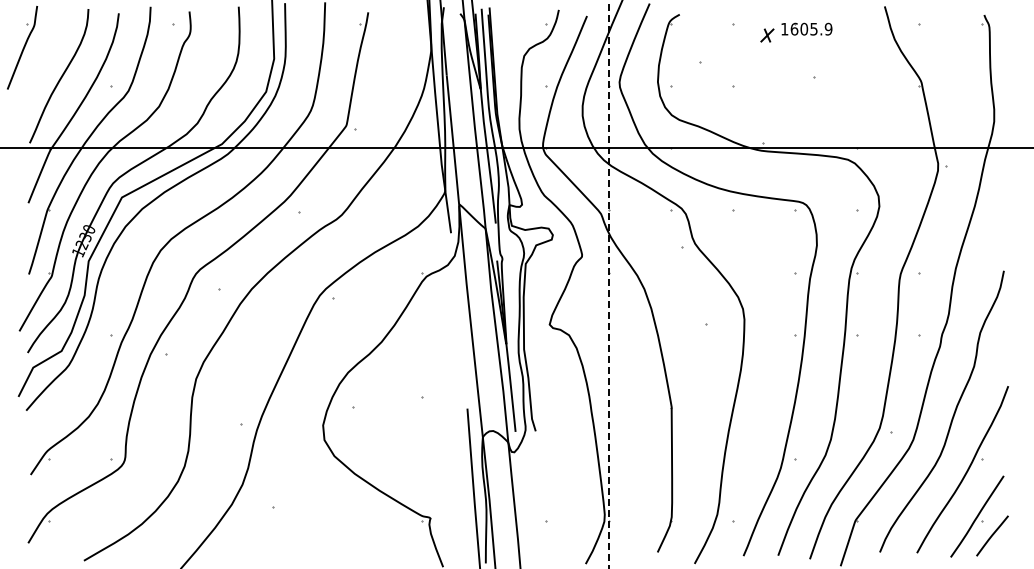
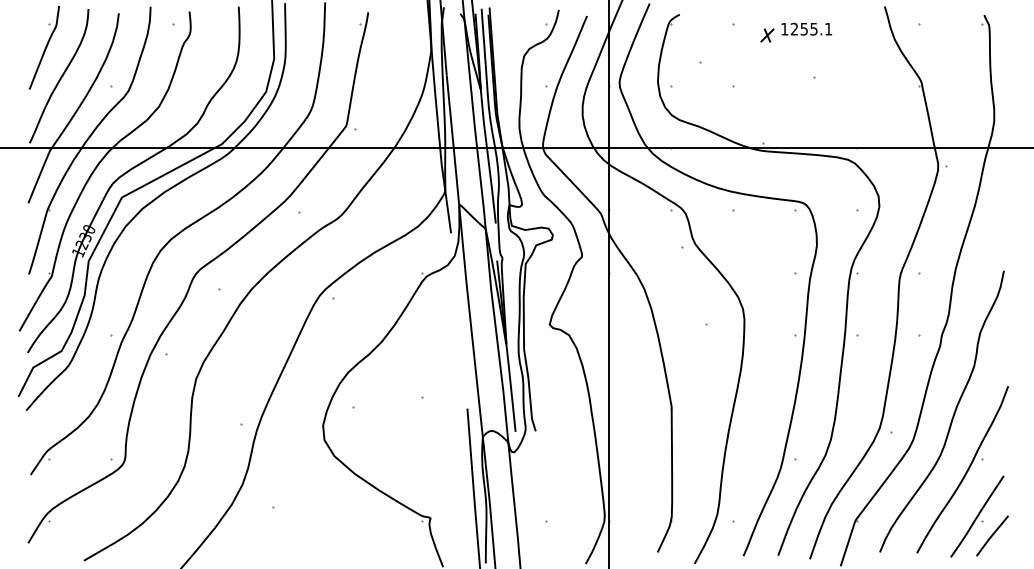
text at (811, 28): 1605.9 -> 1255.1
part at (22, 47) position: (22, 47) -> (44, 47)
line at (608, 284): dashed -> solid
